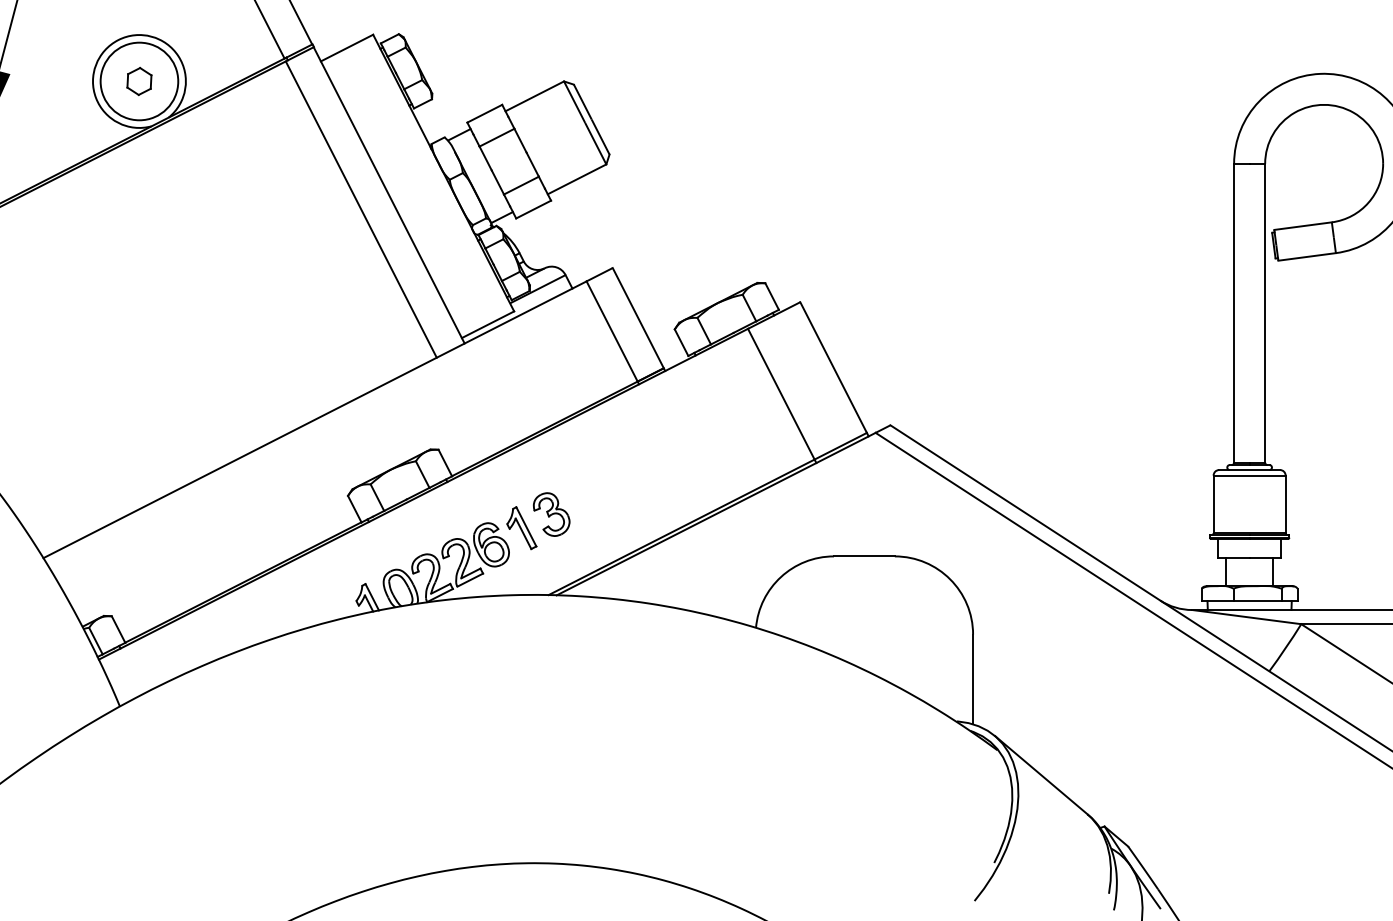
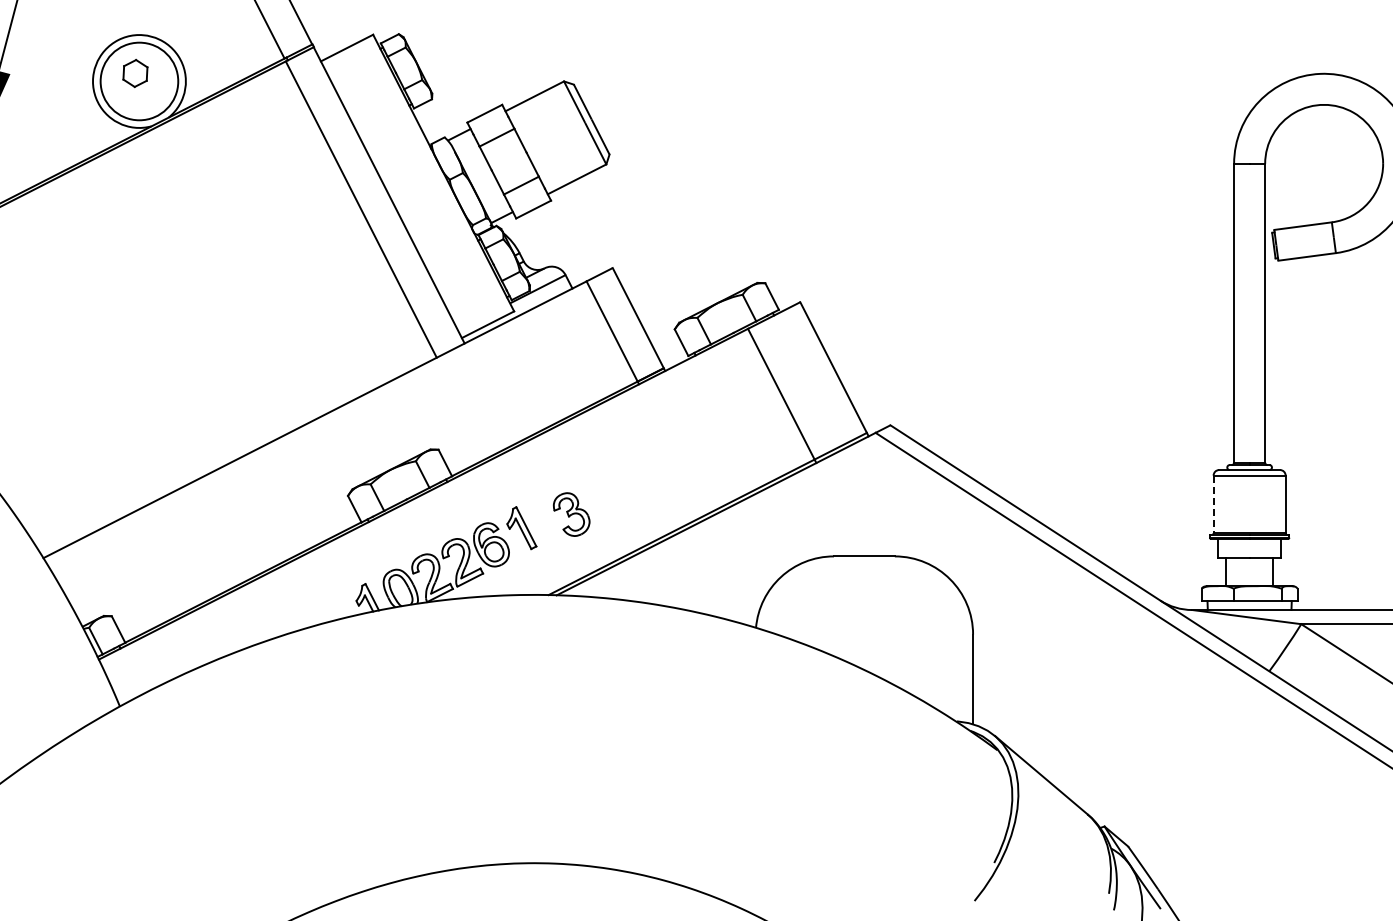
part at (139, 81) position: (139, 81) -> (135, 73)
line at (1213, 504): solid -> dashed
part at (551, 514) position: (551, 514) -> (571, 514)
